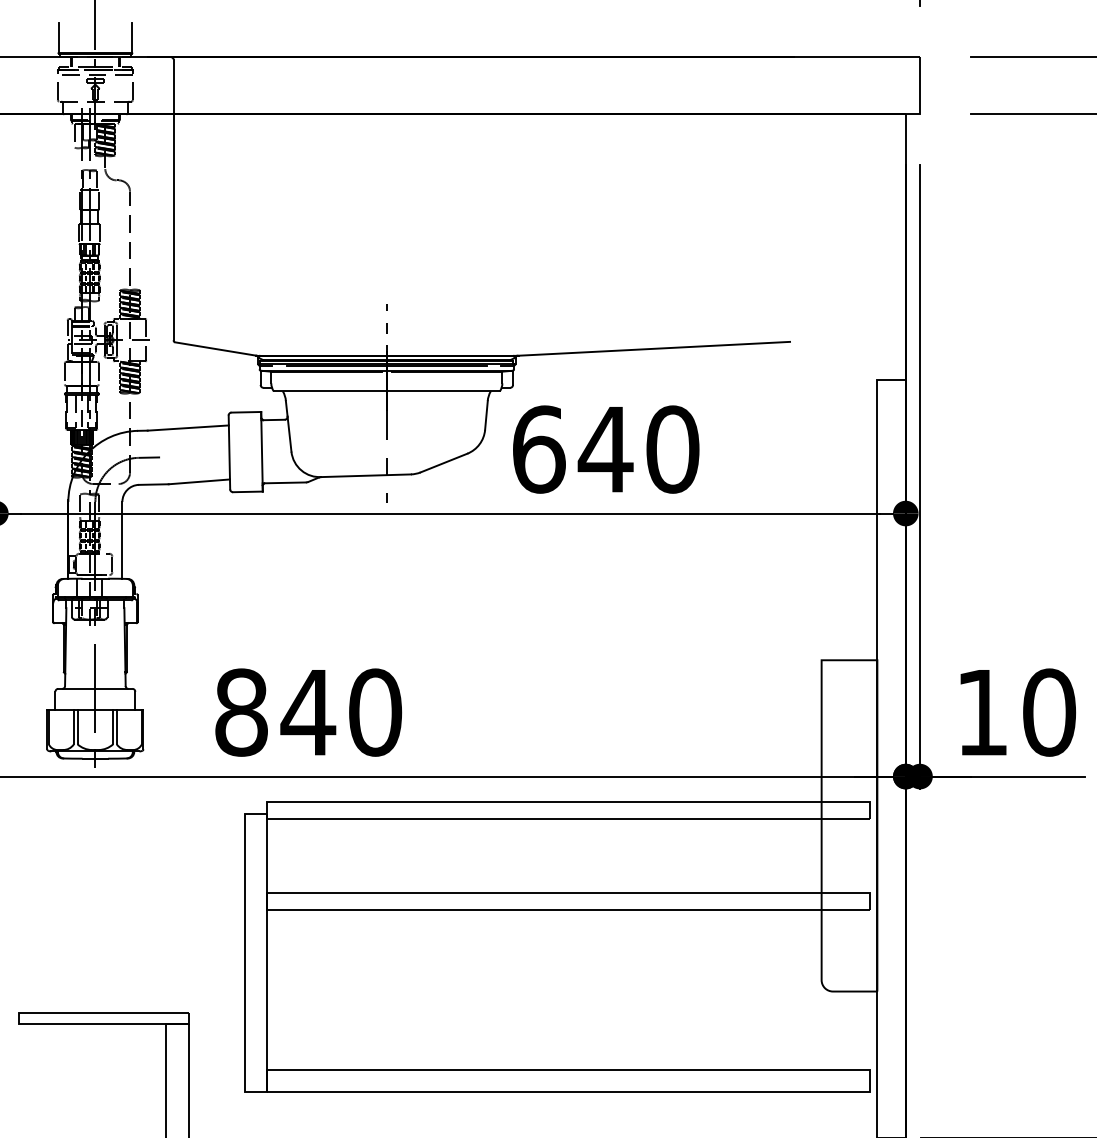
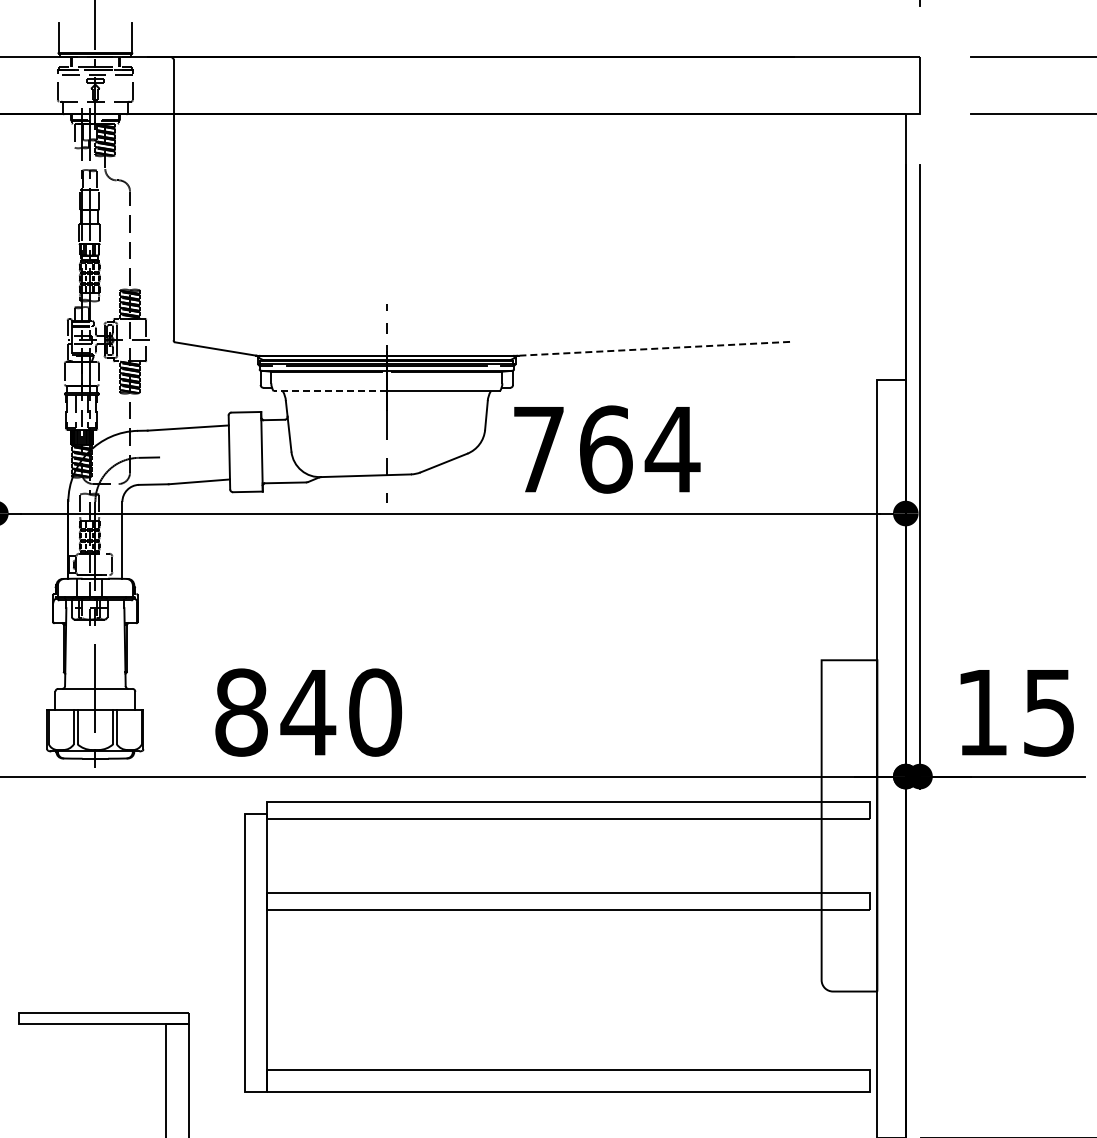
line at (653, 348): solid -> dashed
line at (330, 391): solid -> dashed
text at (606, 449): 640 -> 764
text at (1049, 712): 10 -> 15
